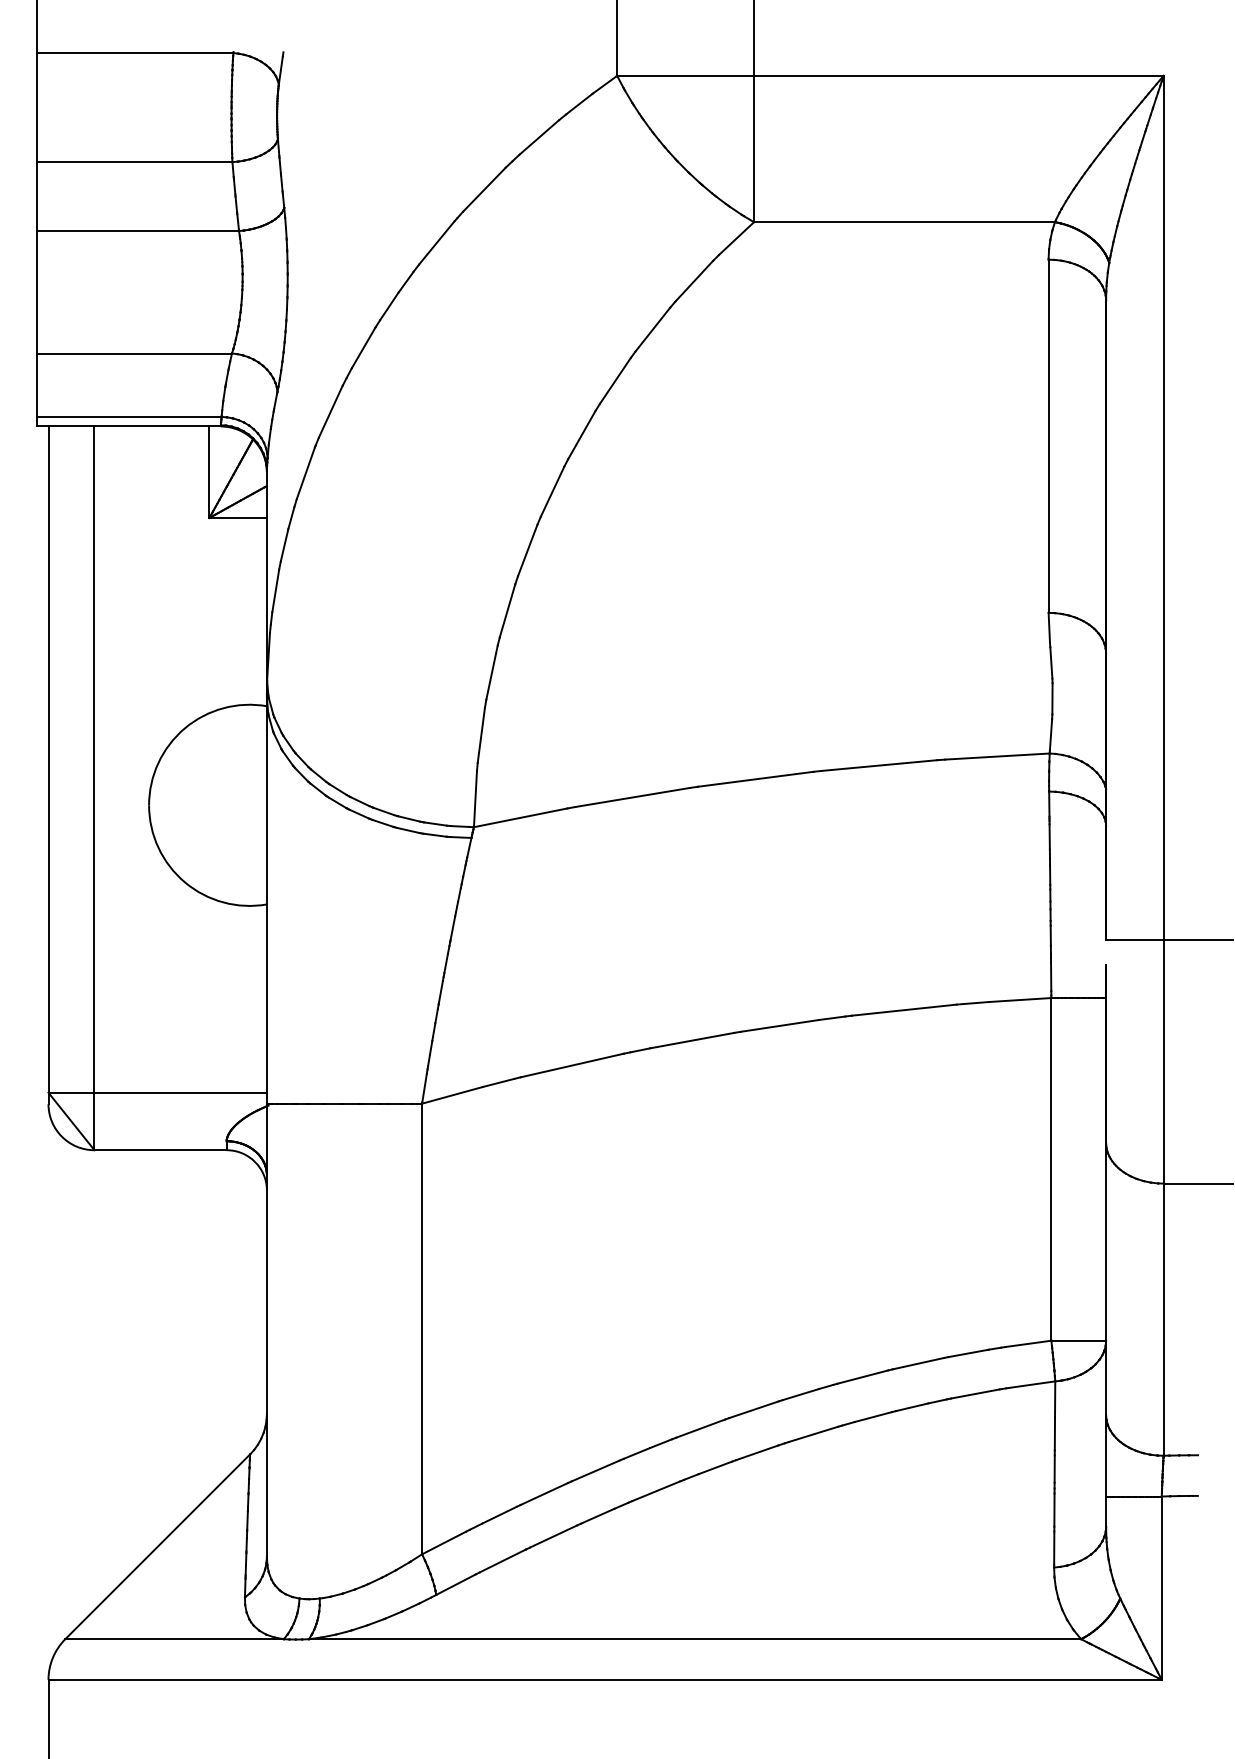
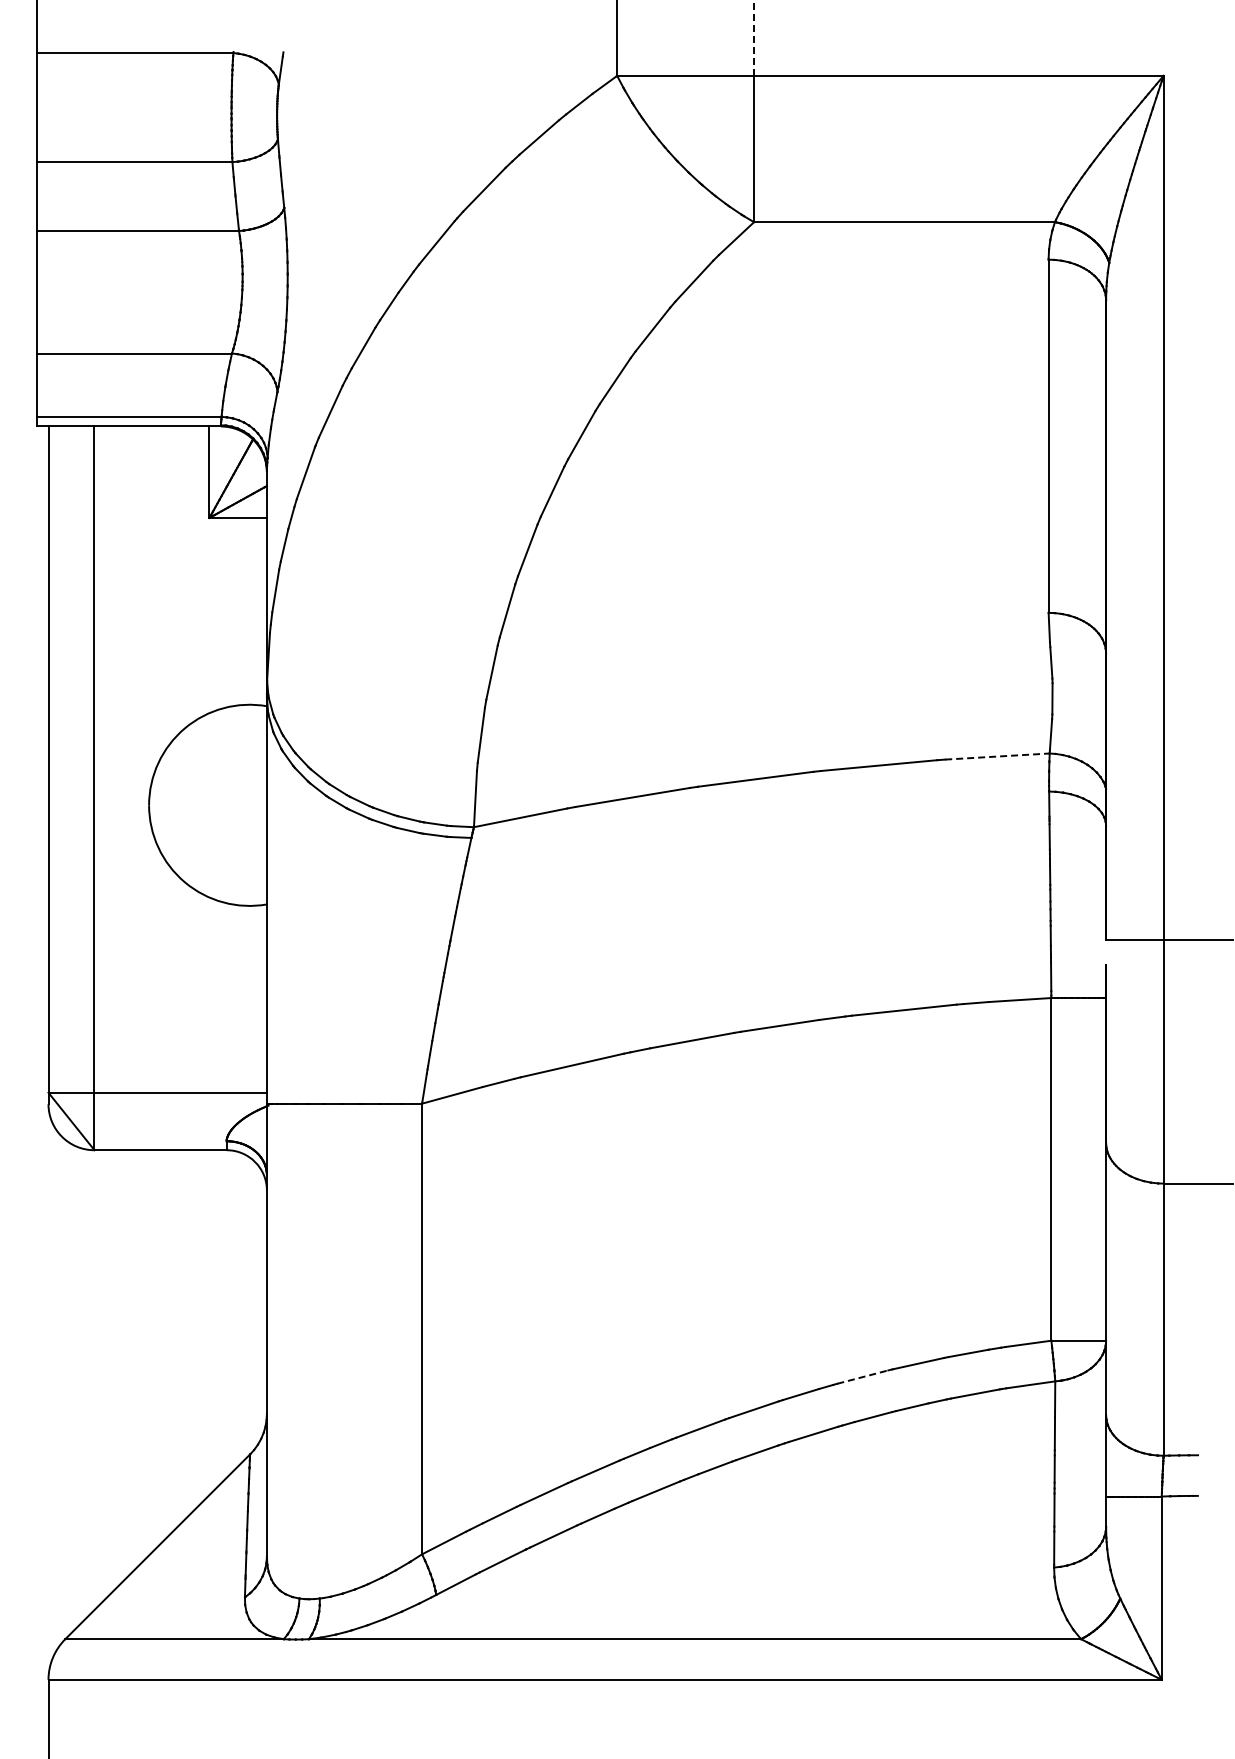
line at (754, 37): solid -> dashed
line at (997, 756): solid -> dashed
line at (863, 1376): solid -> dashed
